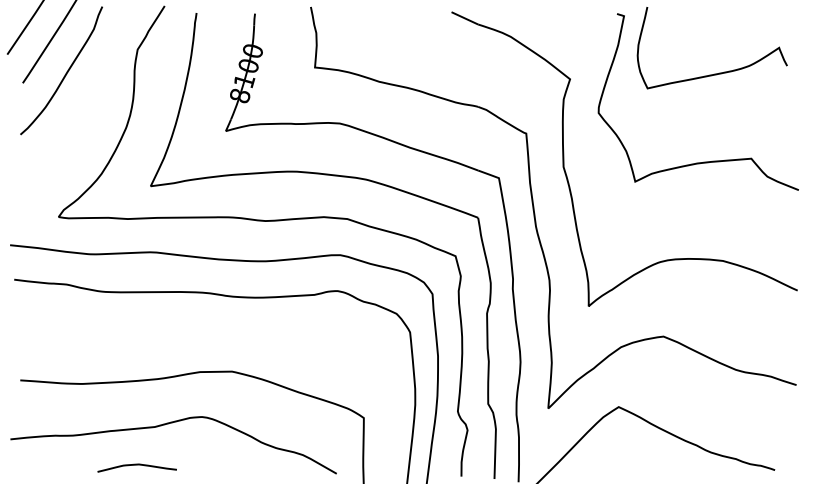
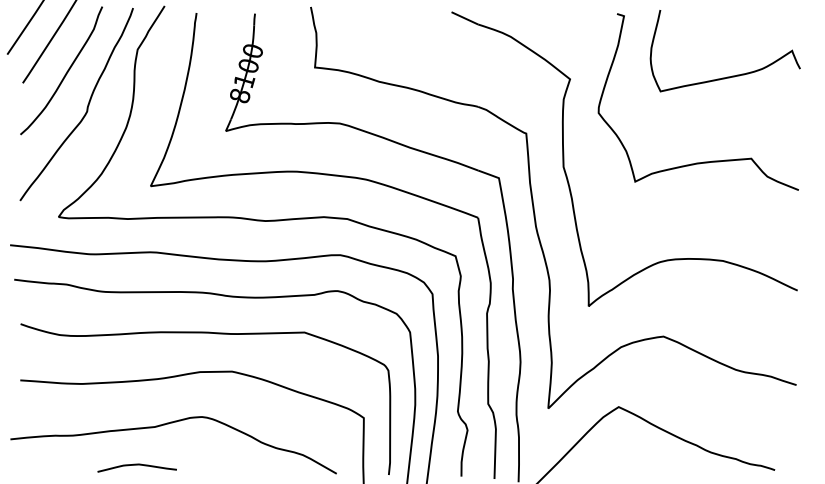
curve at (714, 73) position: (714, 73) -> (727, 76)
curve at (86, 107): none -> present
curve at (216, 334): none -> present
